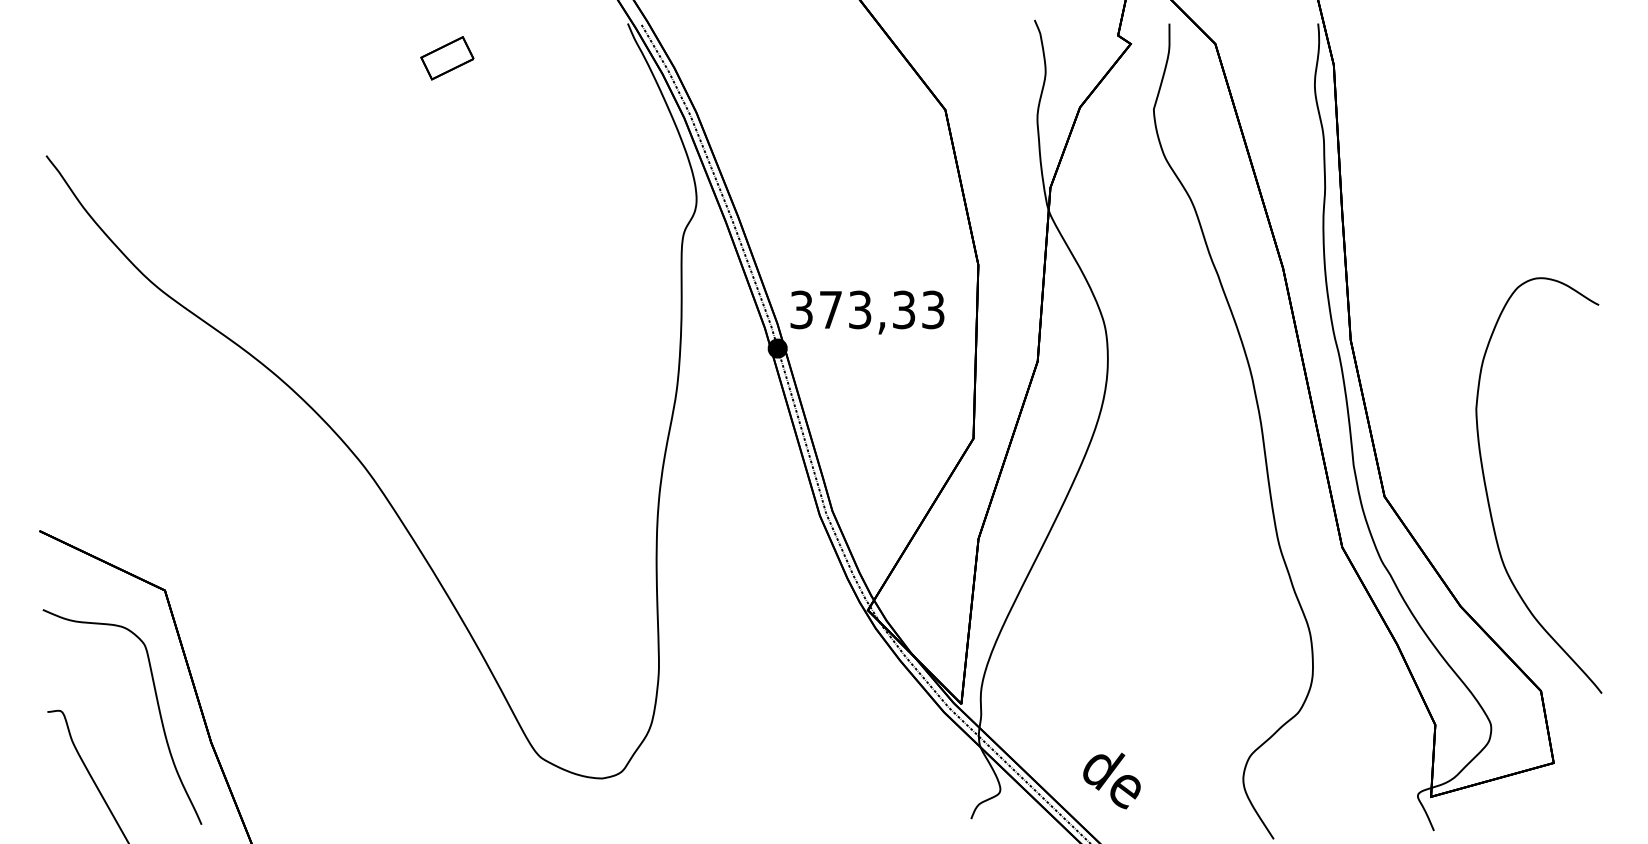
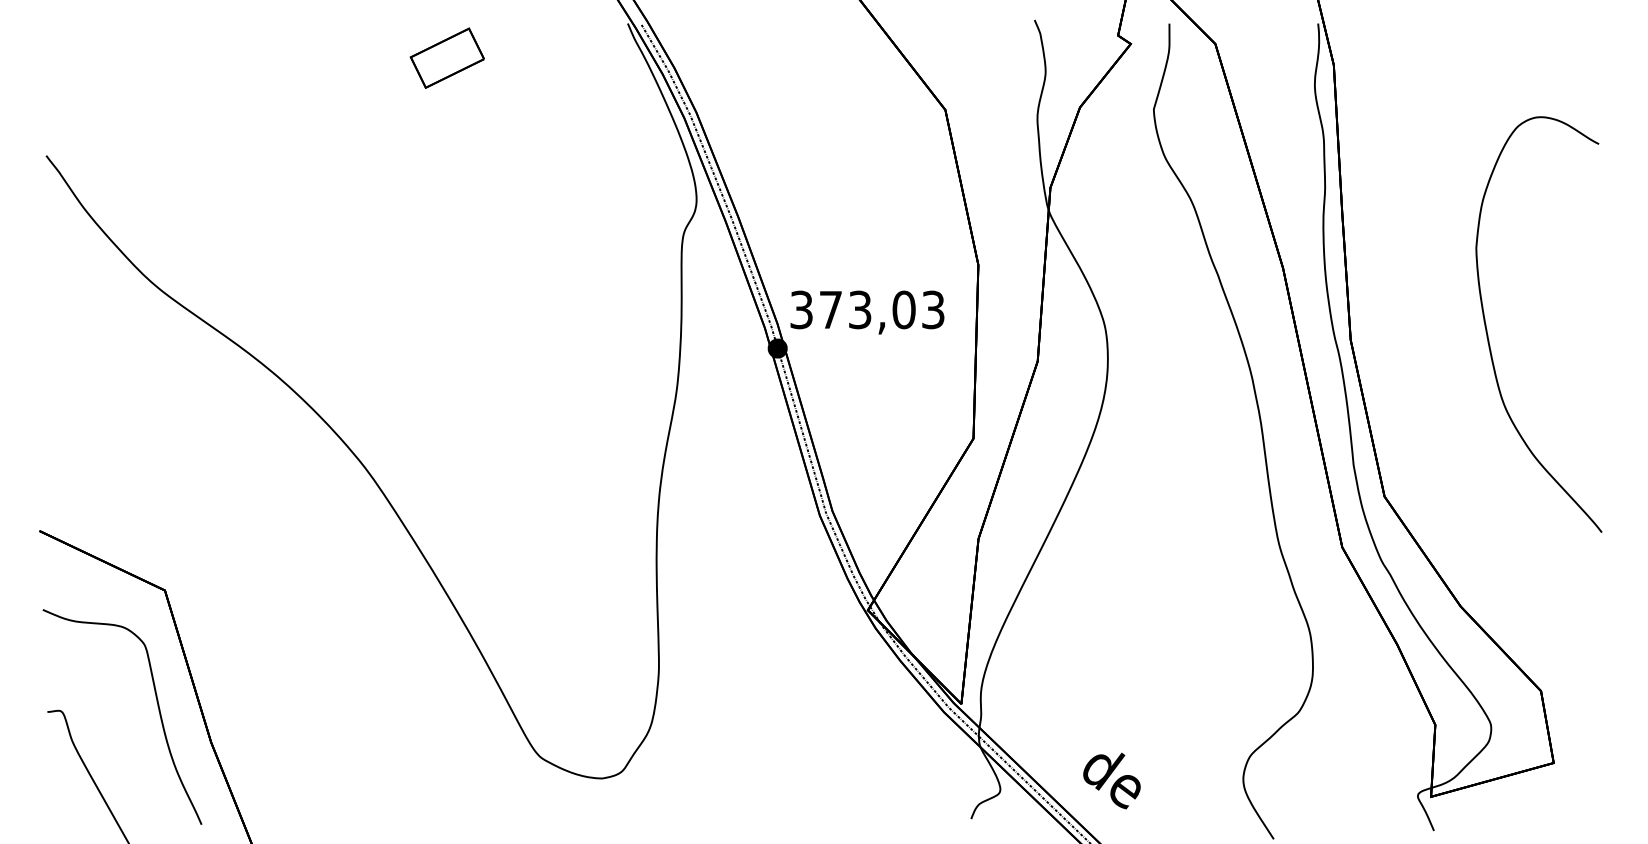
part at (447, 58) size: 55x45 px -> 76x62 px
text at (903, 309): 373,33 -> 373,03
part at (1488, 495) position: (1488, 495) -> (1488, 334)
